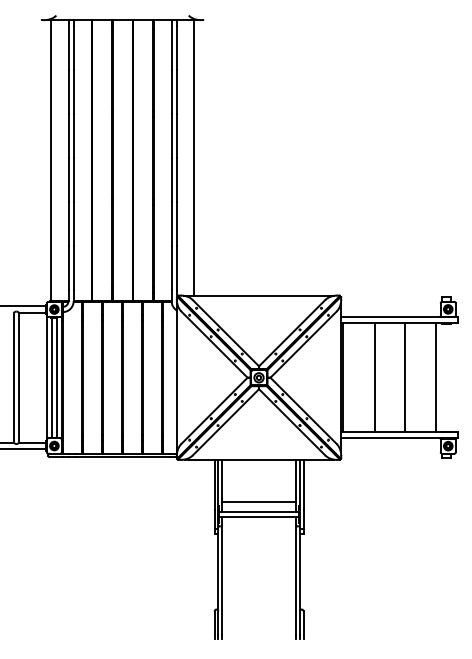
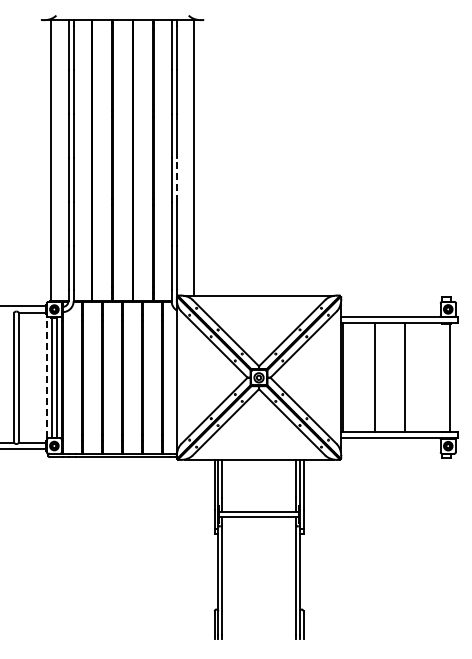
line at (176, 179): solid -> dashed
line at (46, 377): solid -> dashed
line at (435, 377) position: (435, 377) -> (449, 377)
line at (258, 502): present -> none
